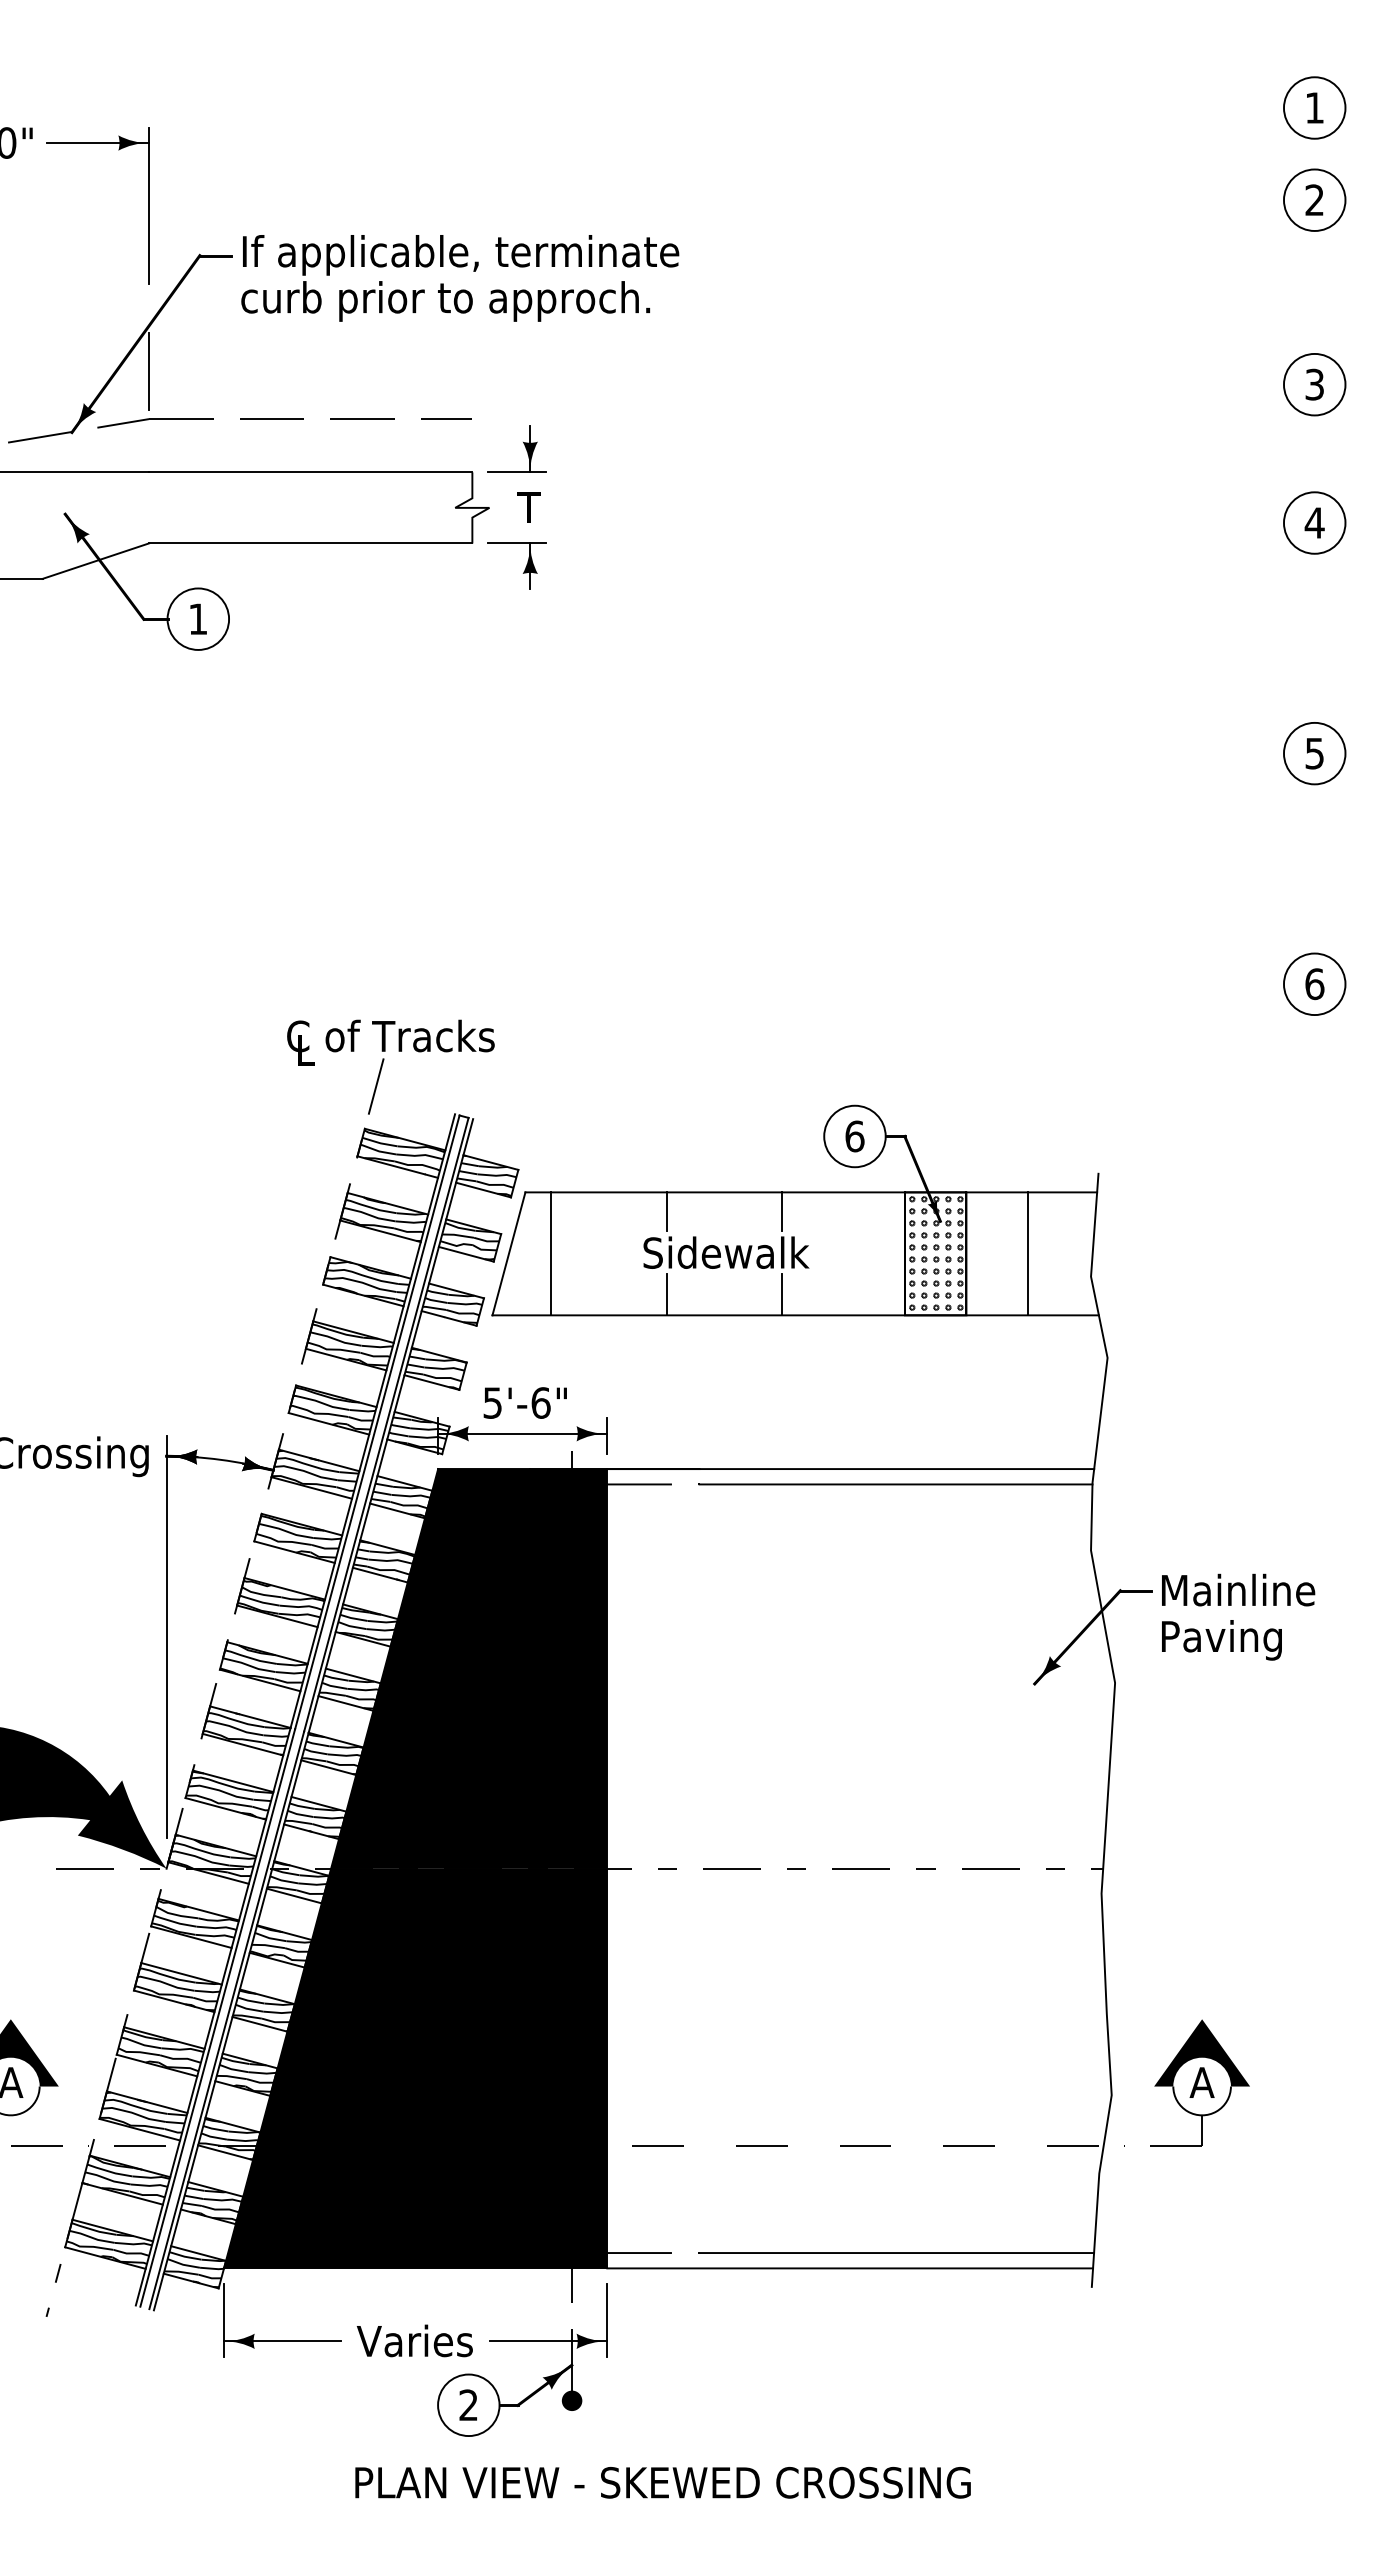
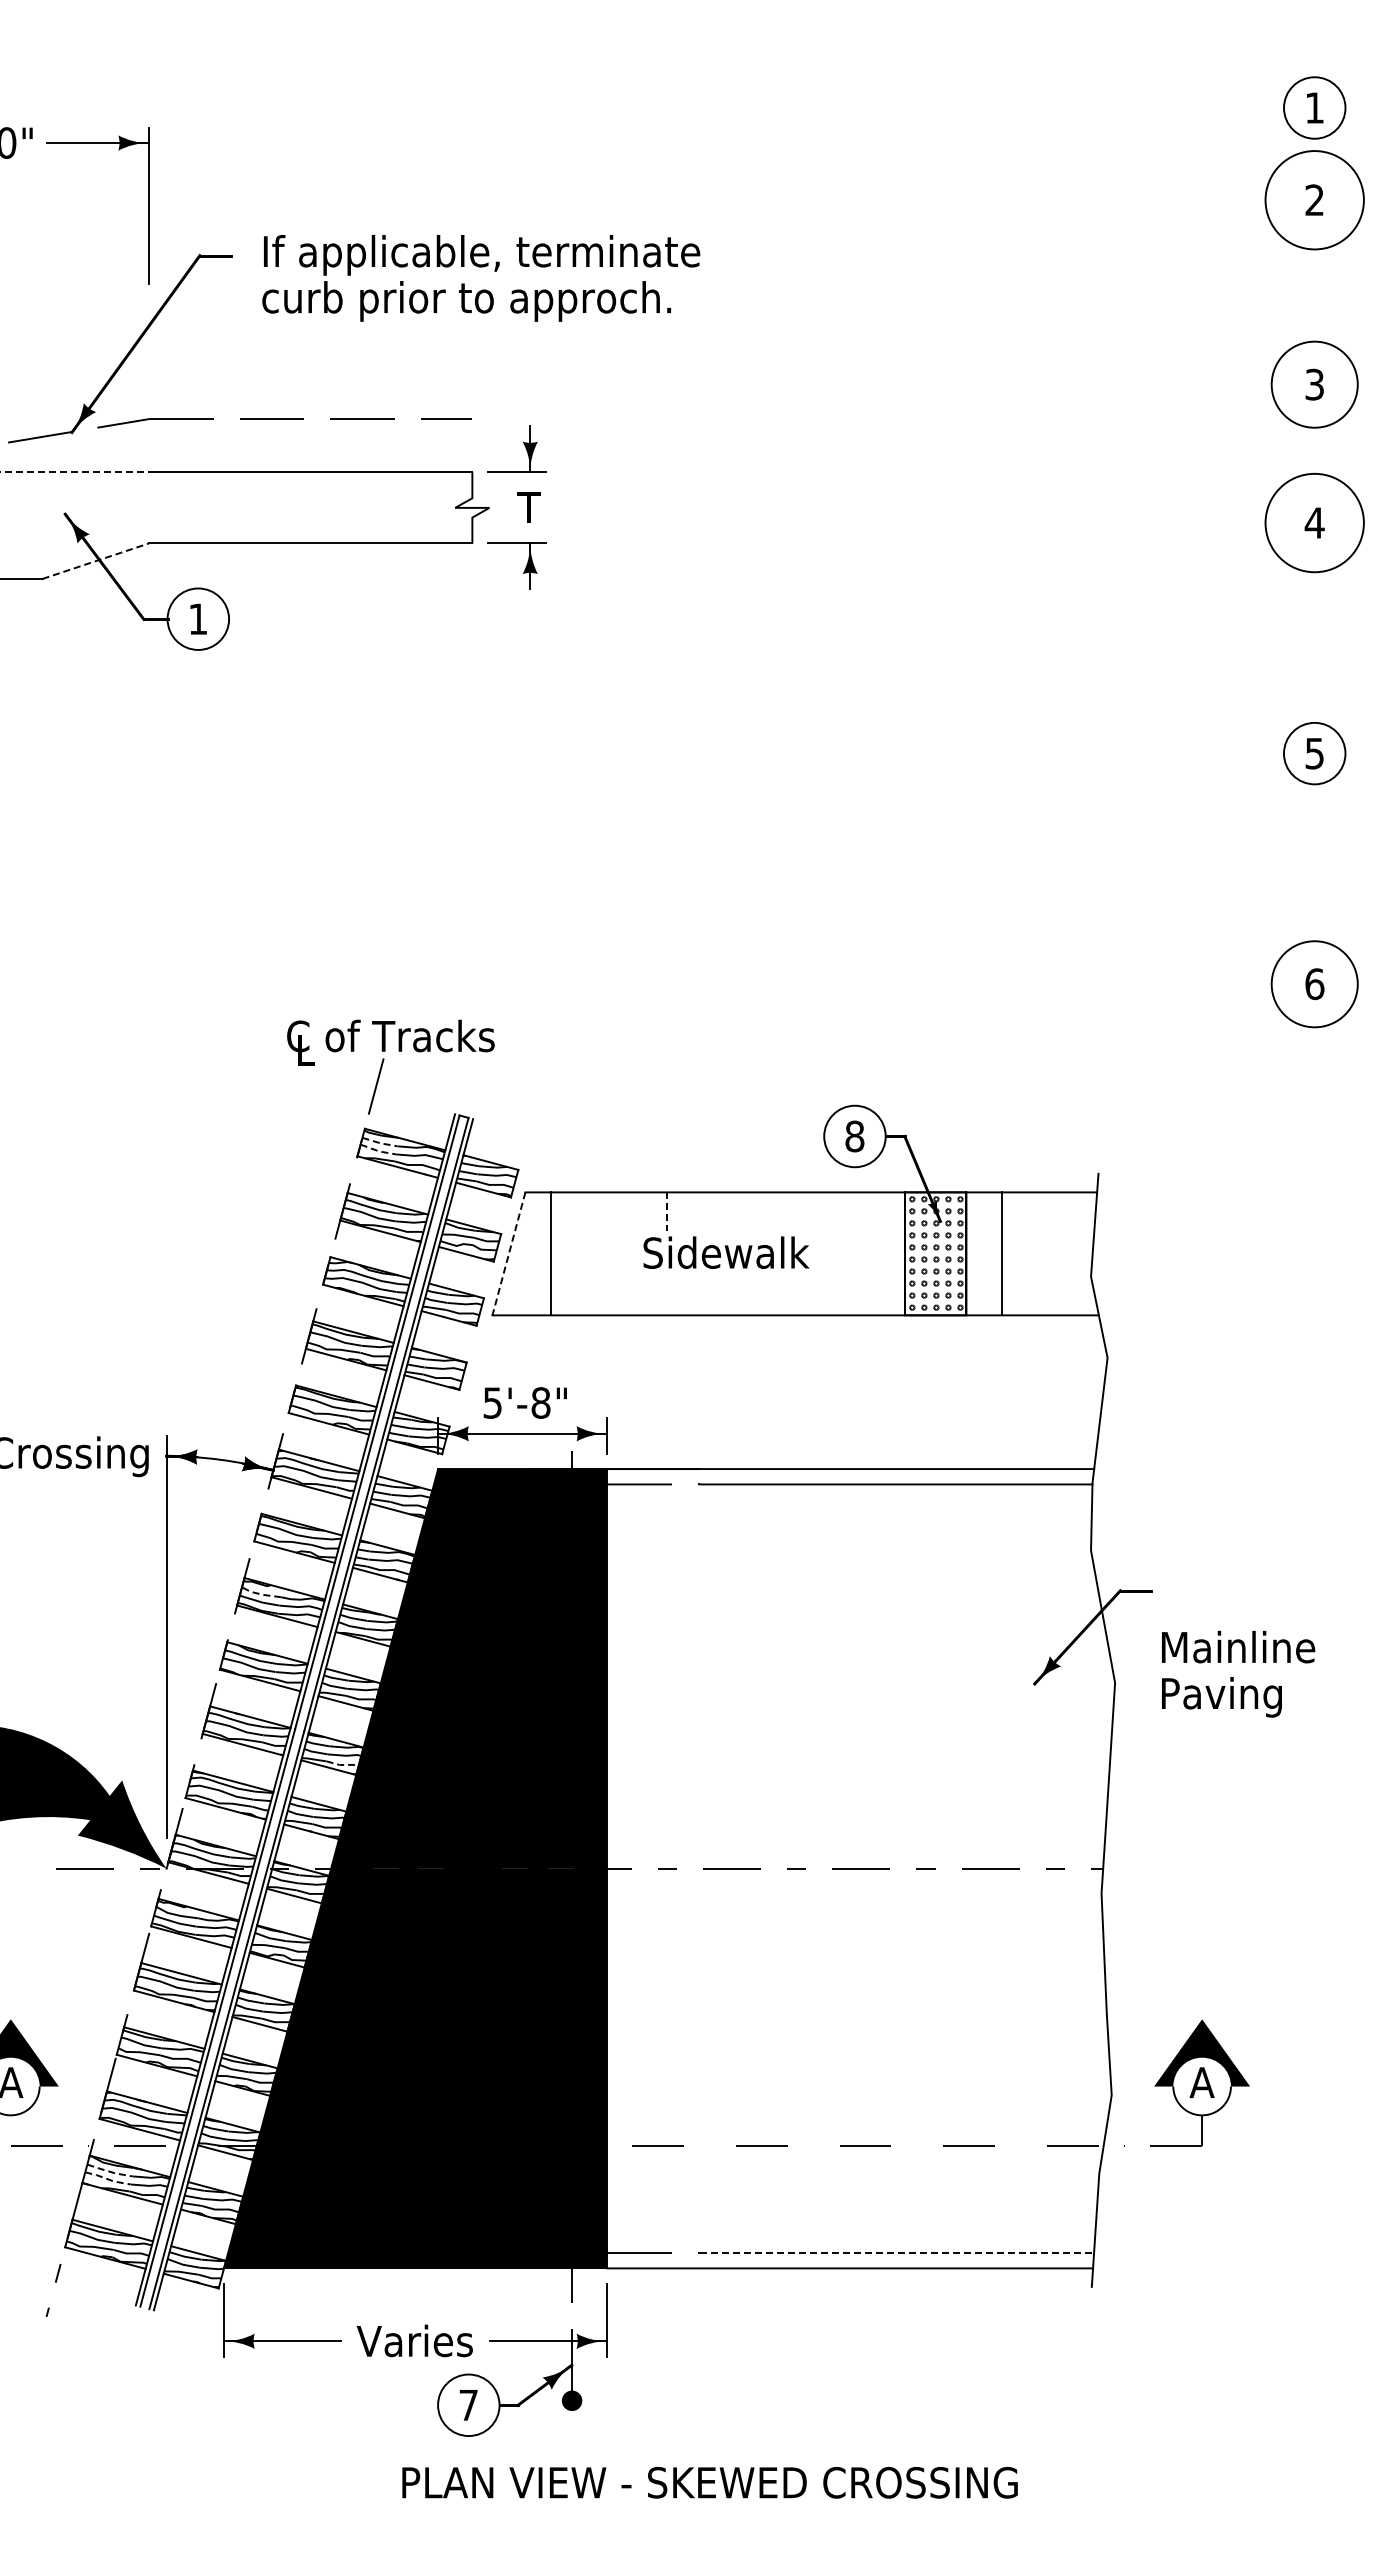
circle at (1314, 199) diameter: 61 px -> 98 px
text at (460, 278) position: (460, 278) -> (481, 278)
line at (149, 371): present -> none
circle at (1314, 384) diameter: 61 px -> 86 px
line at (75, 472): solid -> dashed
circle at (1314, 522) diameter: 61 px -> 98 px
line at (96, 561): solid -> dashed
circle at (1314, 984) diameter: 61 px -> 86 px
text at (854, 1136): 6 -> 8
line at (380, 1143): solid -> dashed
line at (378, 1151): solid -> dashed
line at (781, 1211): present -> none
line at (666, 1212): solid -> dashed
line at (508, 1253): solid -> dashed
line at (1027, 1253) position: (1027, 1253) -> (1001, 1253)
line at (666, 1294): present -> none
line at (781, 1294): present -> none
text at (540, 1402): 5'-6" -> 5'-8"
line at (261, 1594): solid -> dashed
text at (1238, 1616) position: (1238, 1616) -> (1238, 1673)
line at (342, 1764): solid -> dashed
line at (109, 2171): solid -> dashed
line at (108, 2179): solid -> dashed
line at (897, 2253): solid -> dashed
text at (468, 2404): 2 -> 7
text at (662, 2482) position: (662, 2482) -> (709, 2482)
